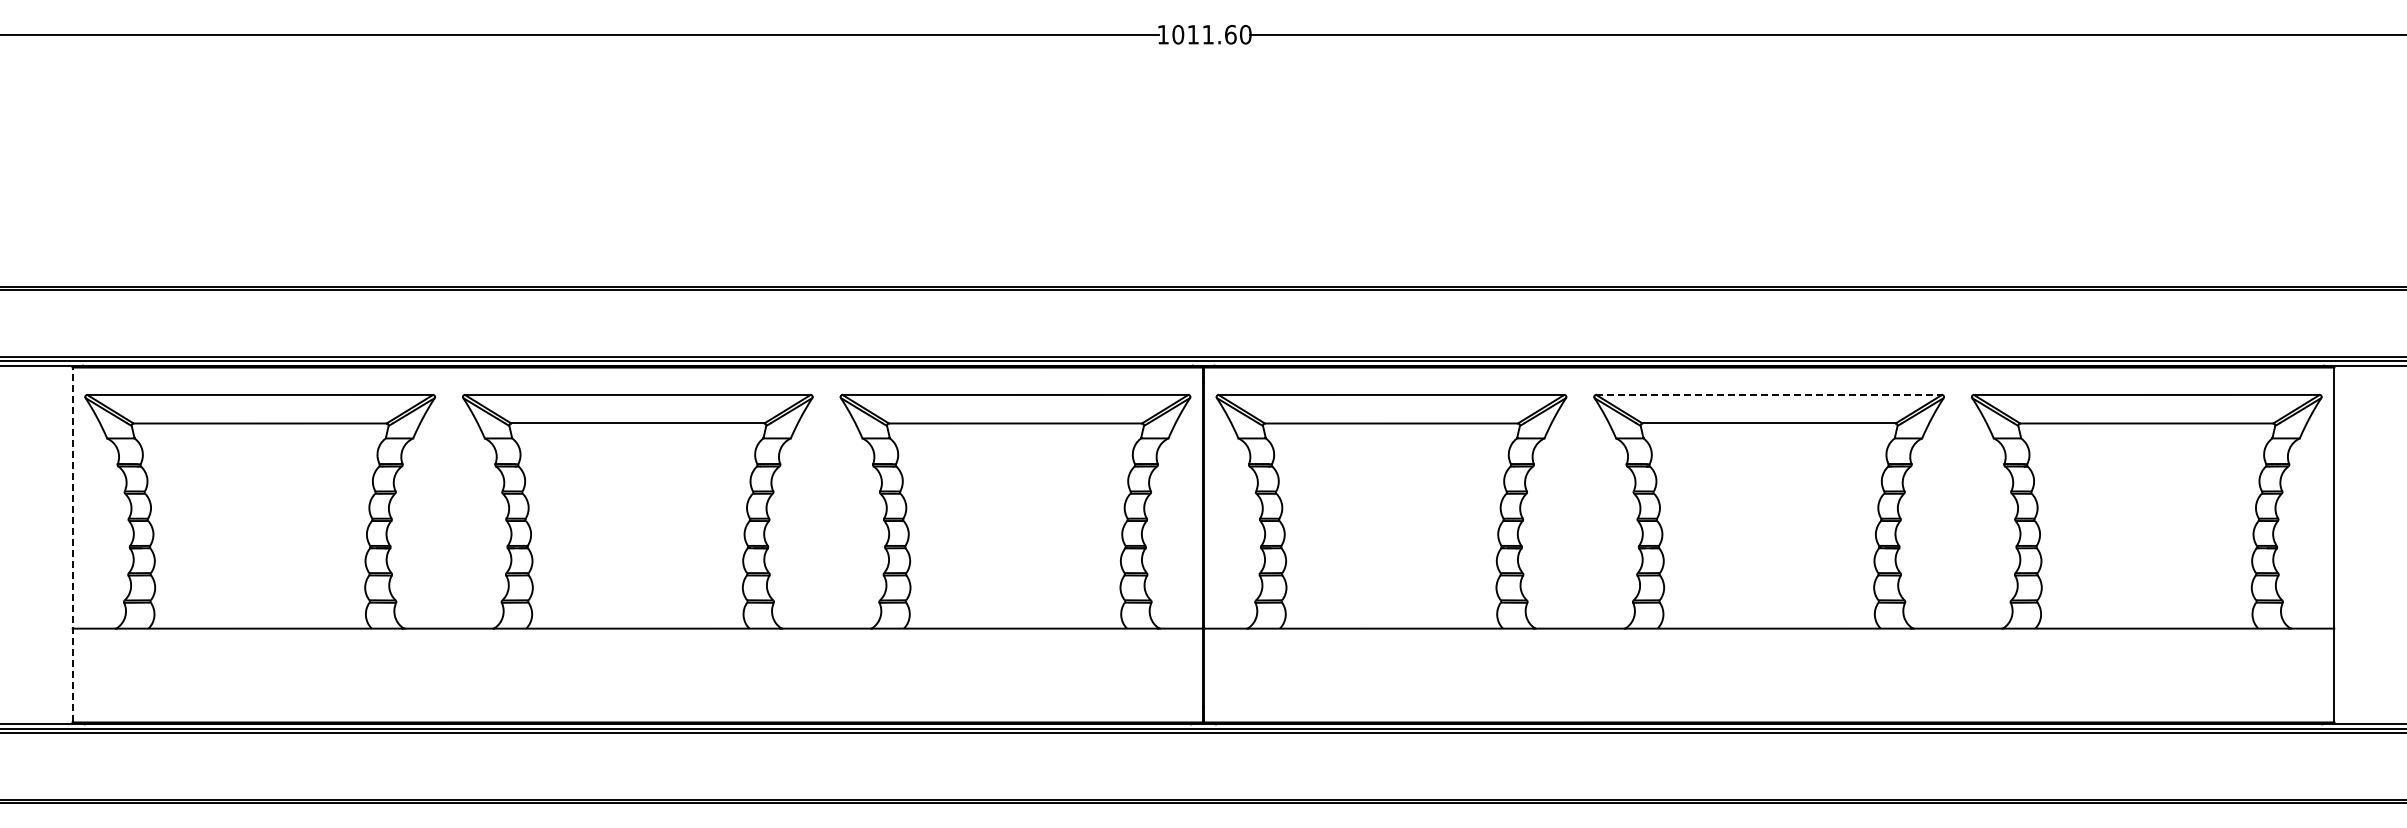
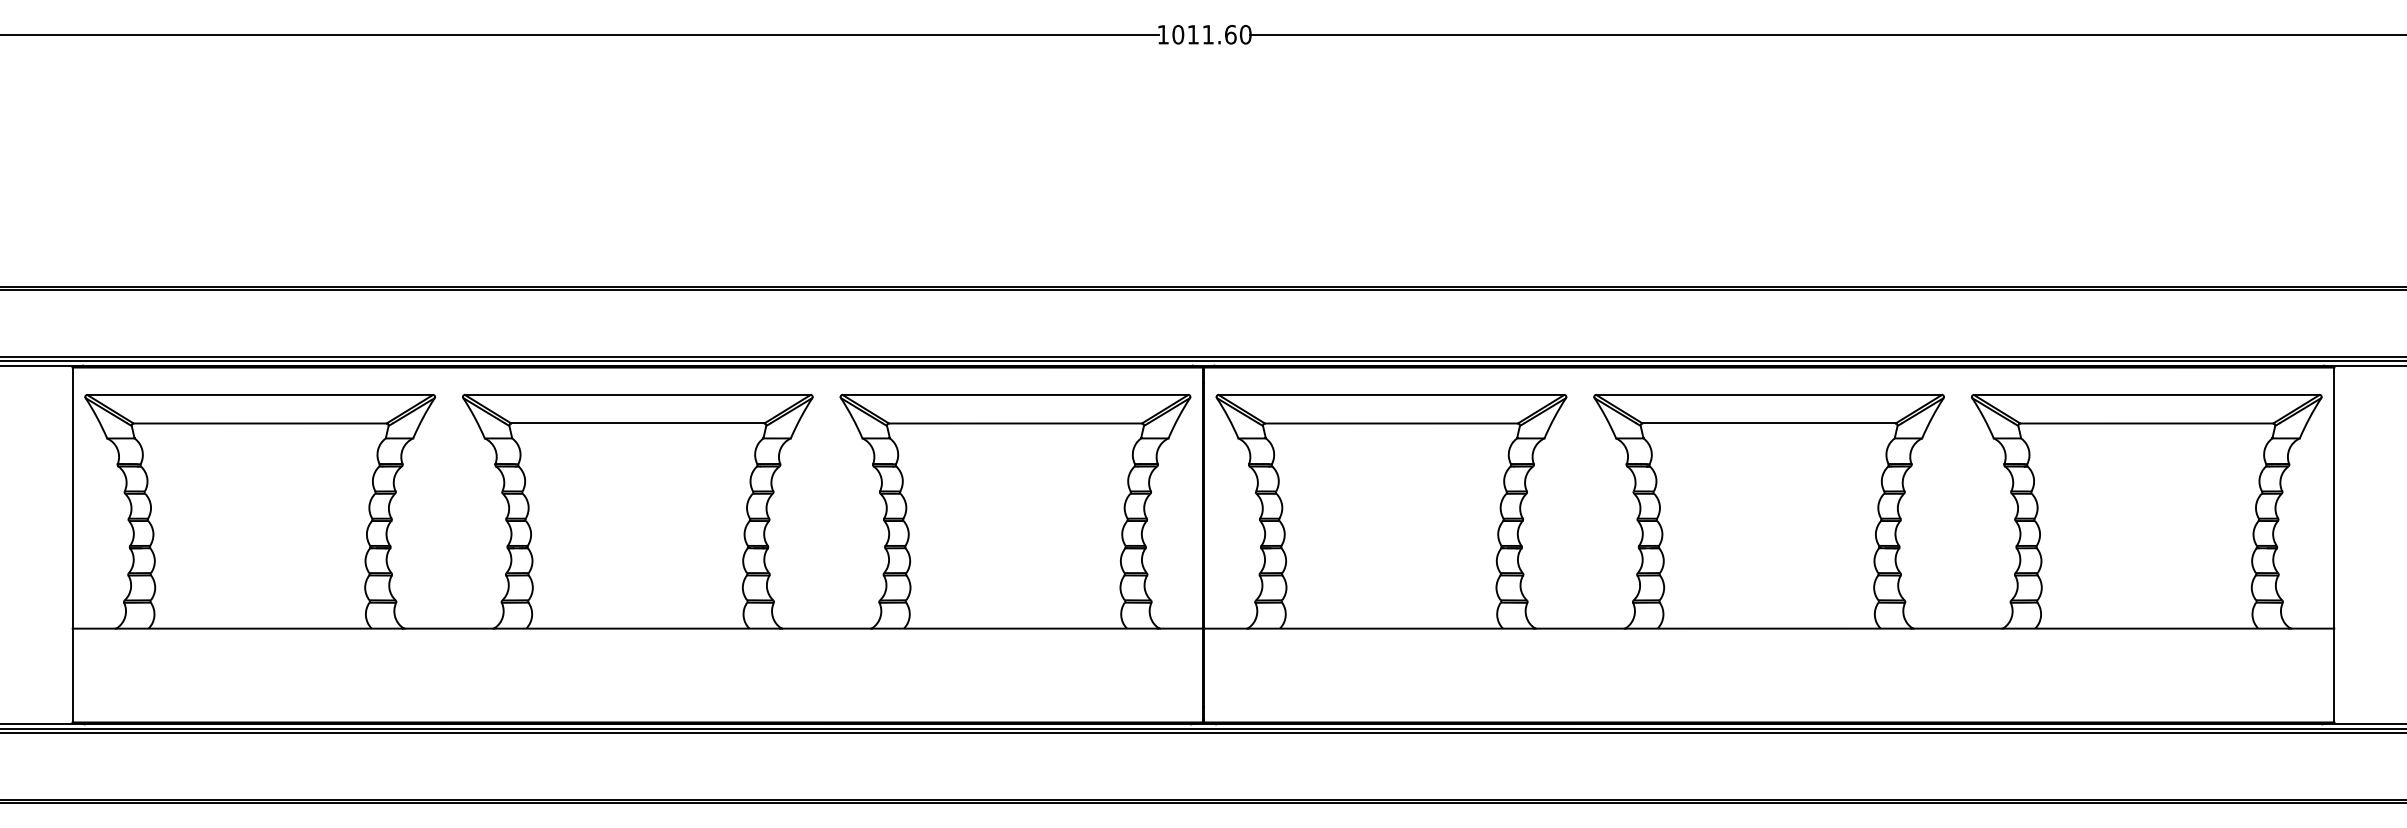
line at (1769, 394): dashed -> solid
line at (72, 544): dashed -> solid
